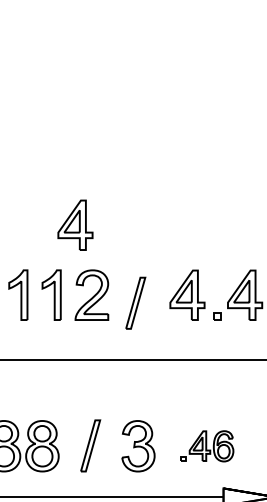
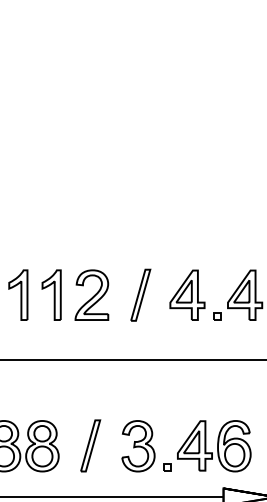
part at (75, 224): present -> none
part at (135, 302) position: (135, 302) -> (140, 294)
part at (207, 446) size: 55x33 px -> 89x53 px
